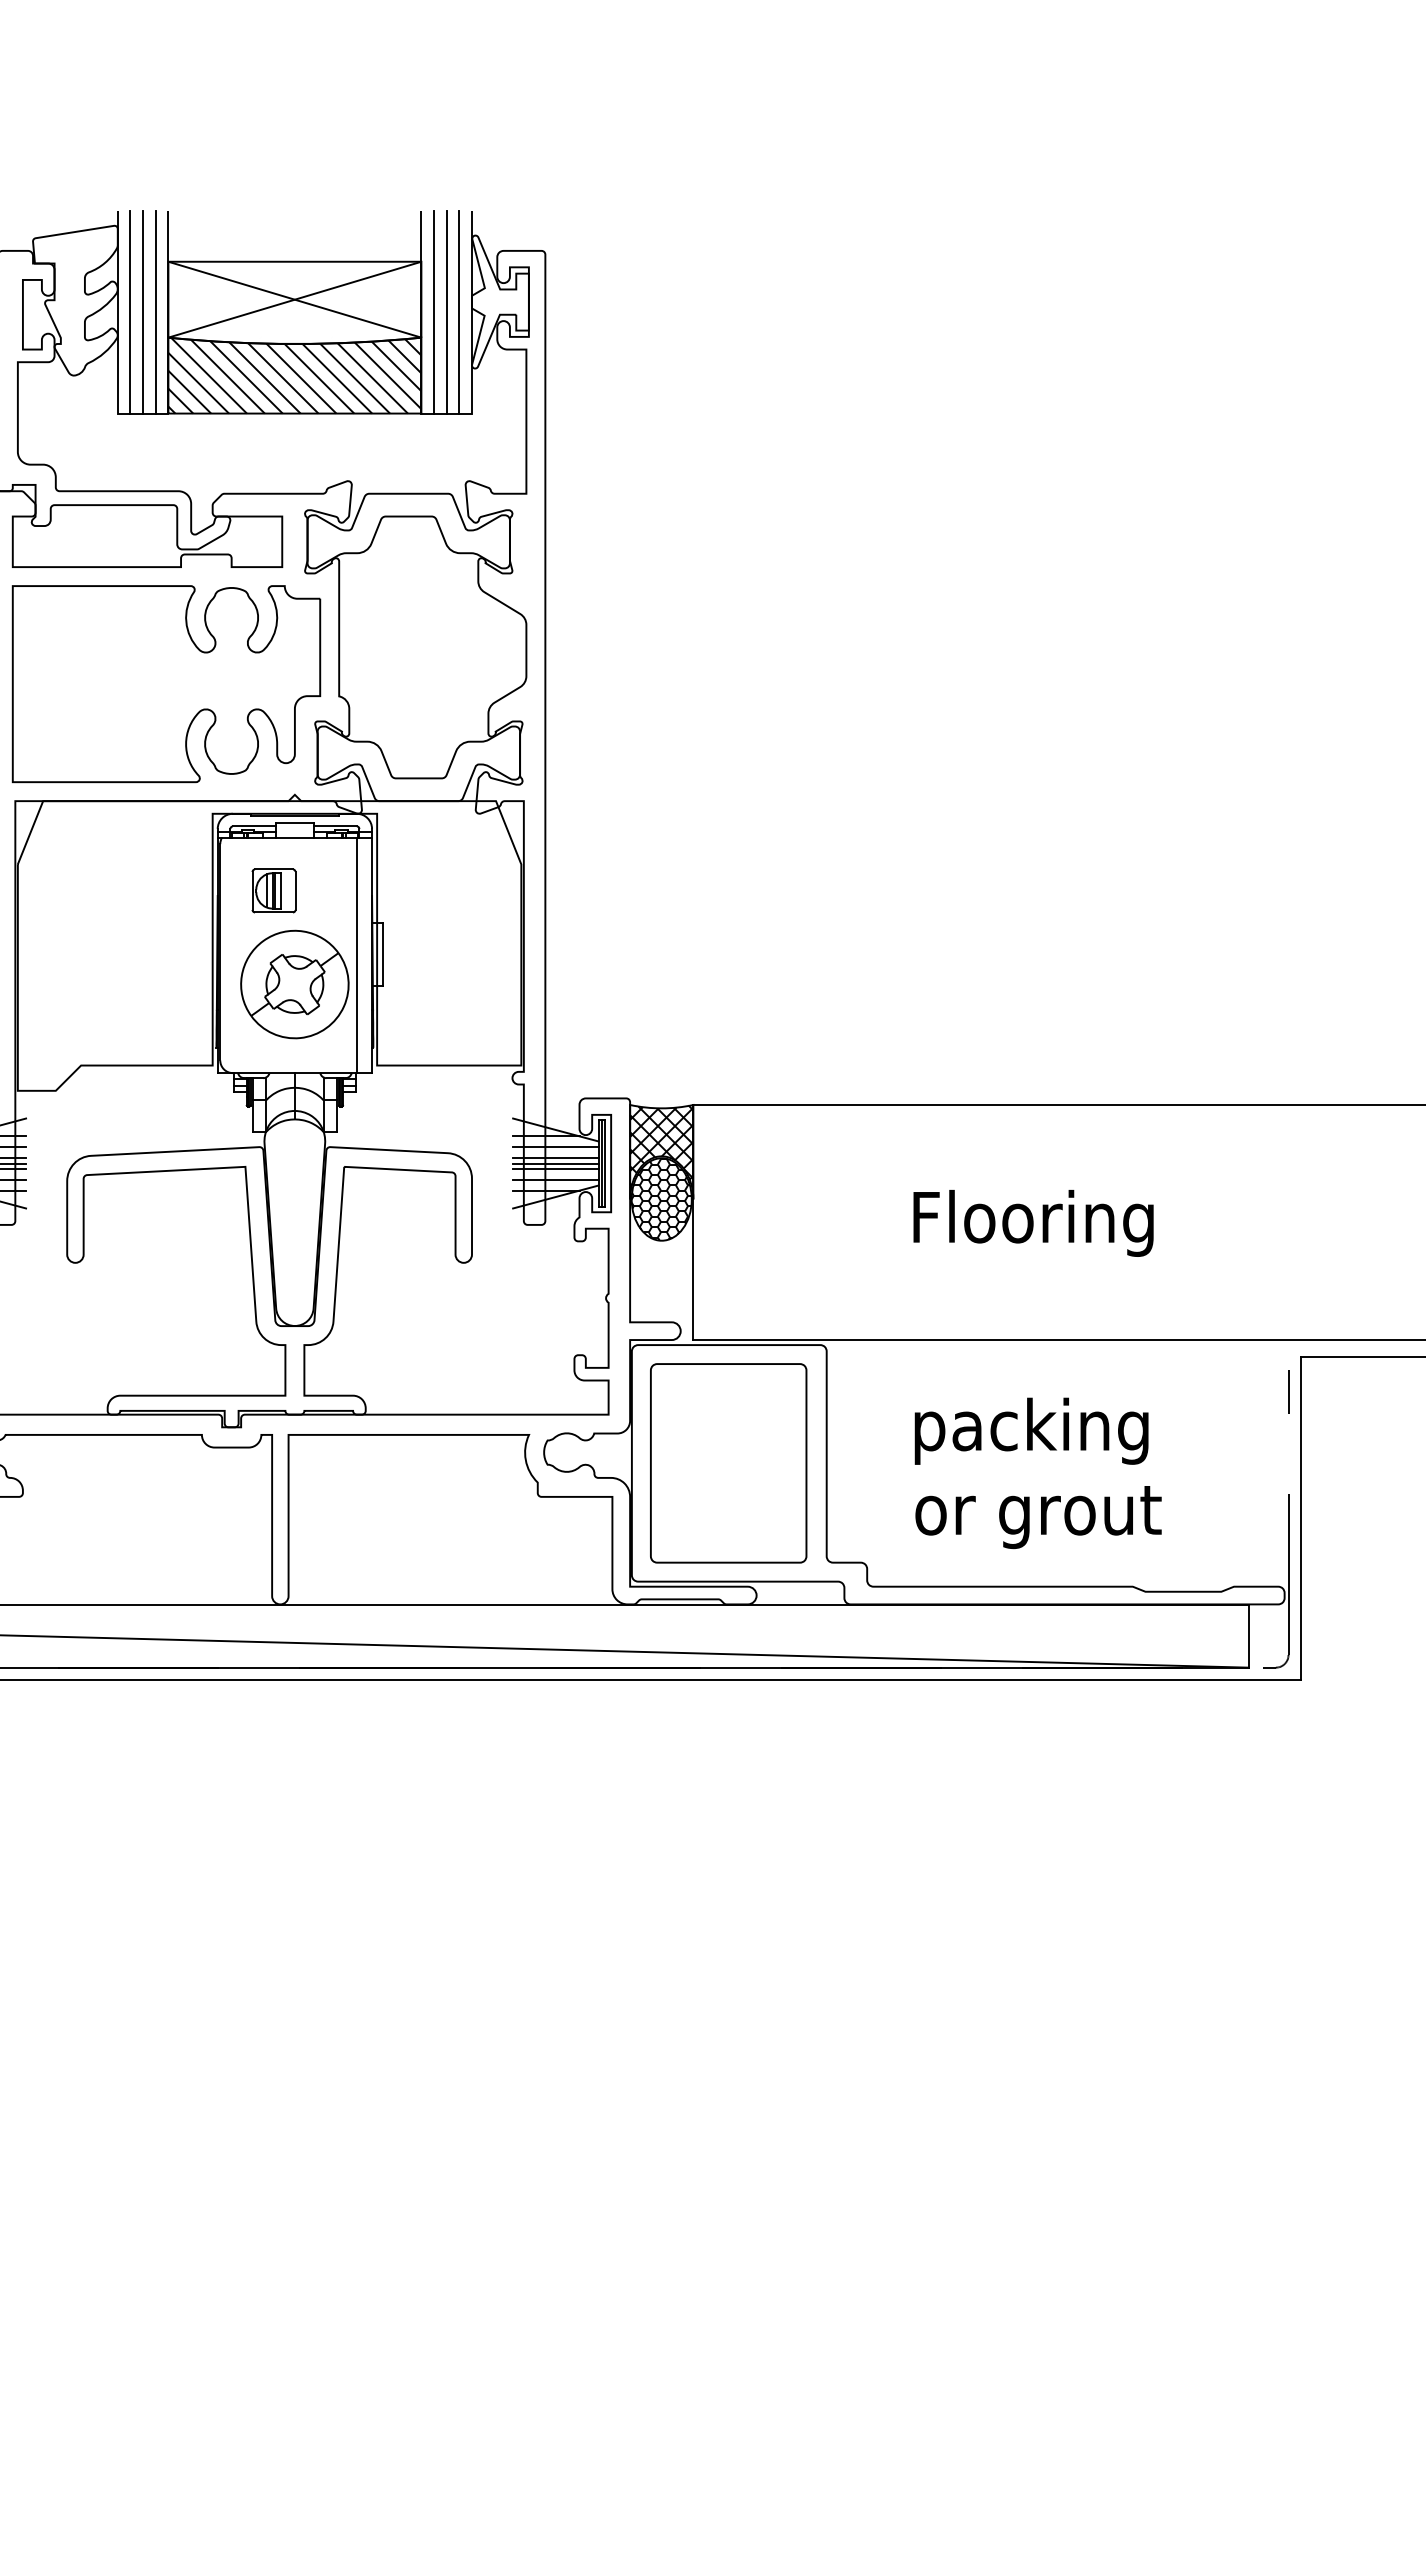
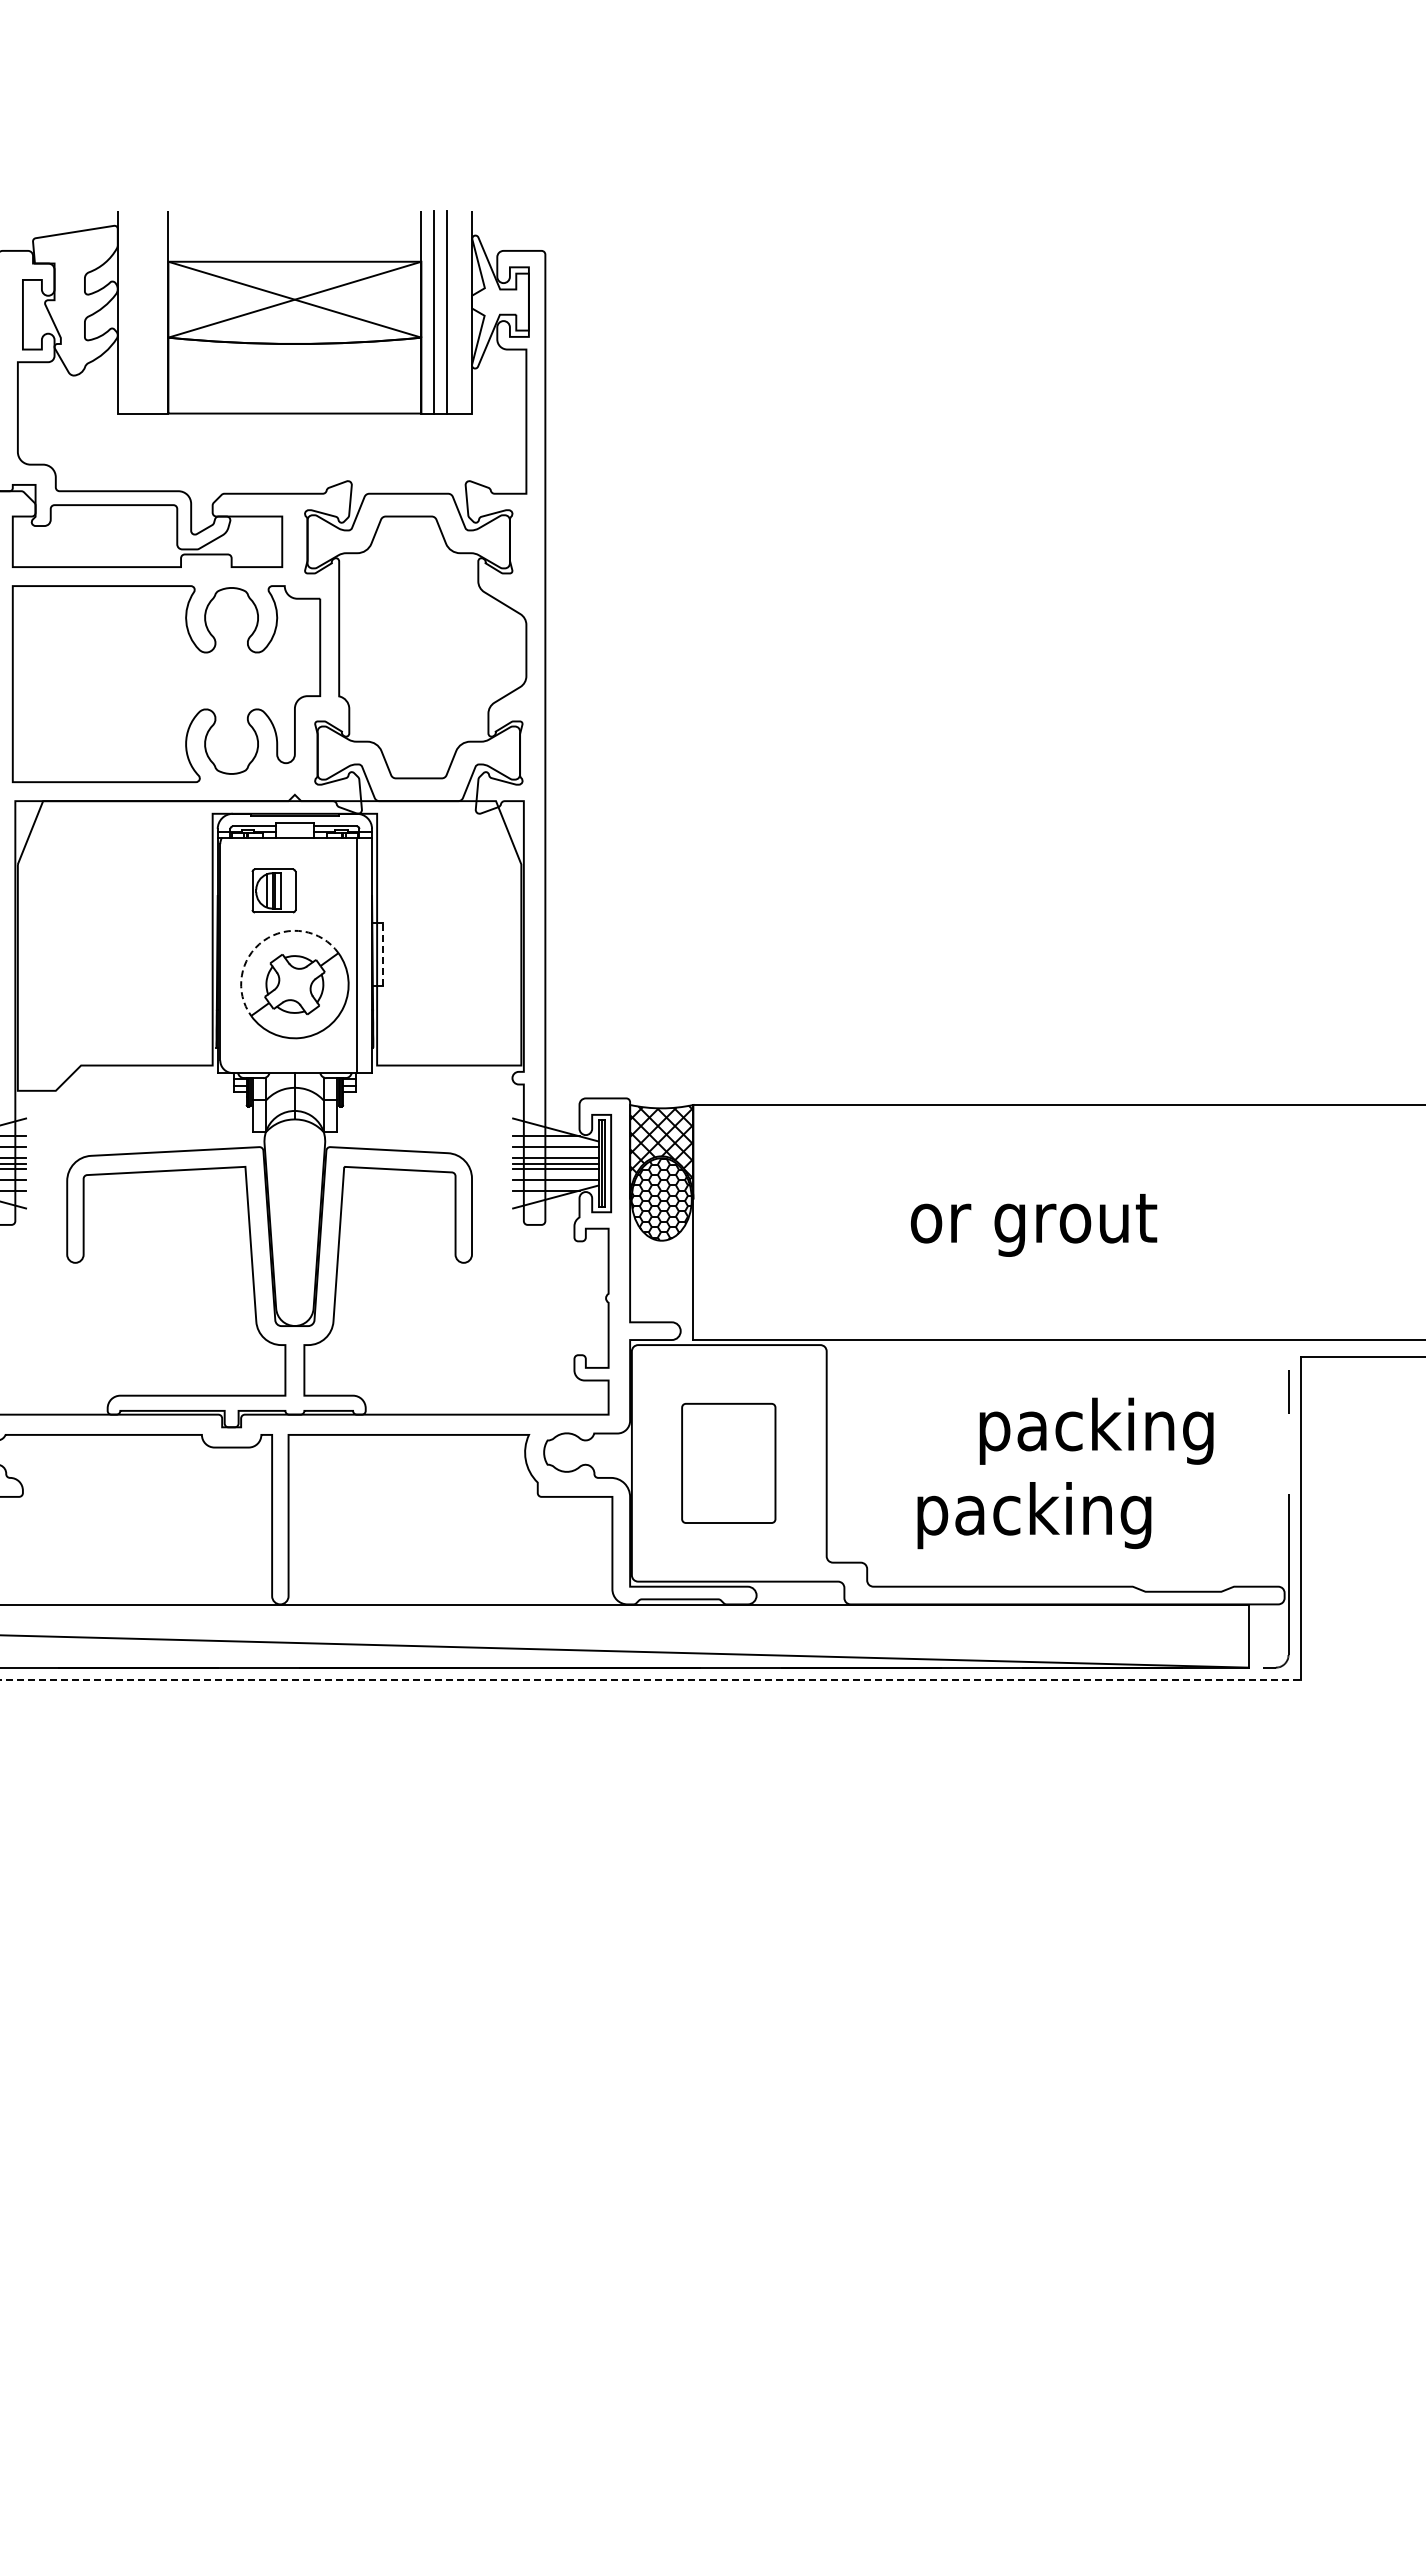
line at (130, 312): present -> none
line at (143, 312): present -> none
line at (155, 312): present -> none
line at (459, 312): present -> none
hatch at (294, 375): present -> none
arc at (263, 940): solid -> dashed
line at (383, 954): solid -> dashed
text at (1033, 1222): Flooring -> or grout
text at (1031, 1430) position: (1031, 1430) -> (1096, 1430)
part at (728, 1463) size: 158x201 px -> 96x122 px
text at (1038, 1515): or grout -> packing
line at (651, 1680): solid -> dashed
